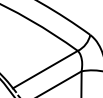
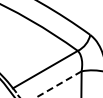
line at (58, 84): solid -> dashed
